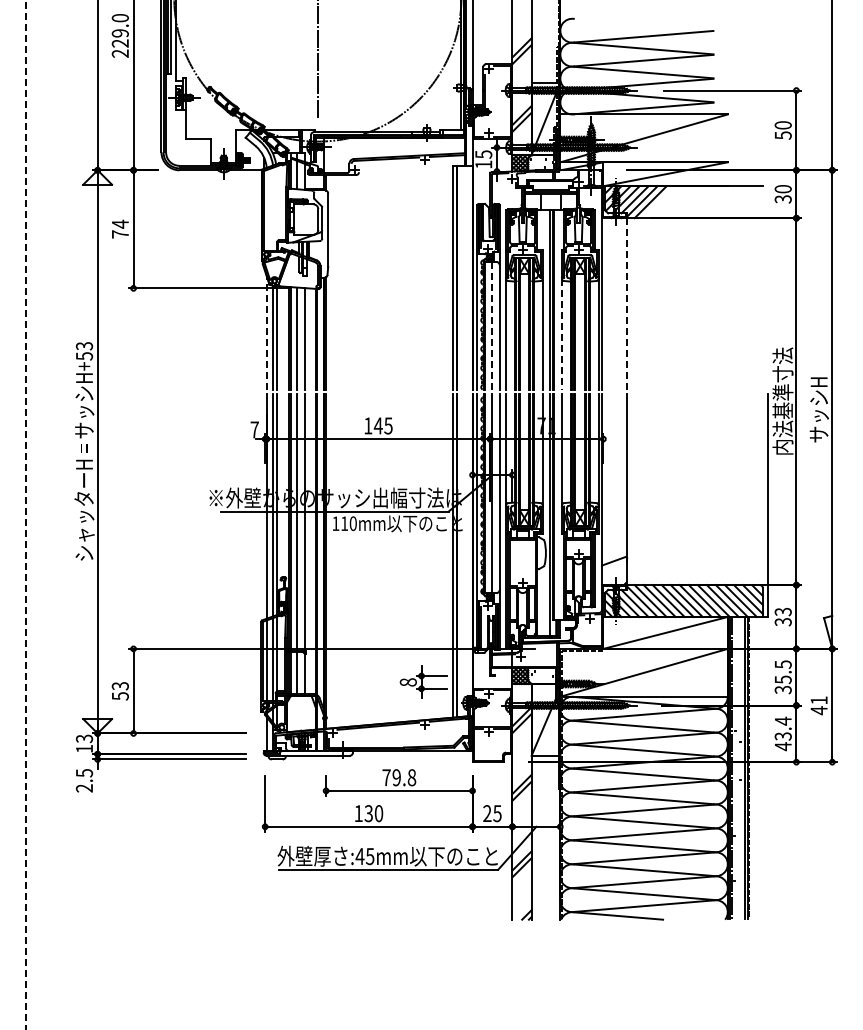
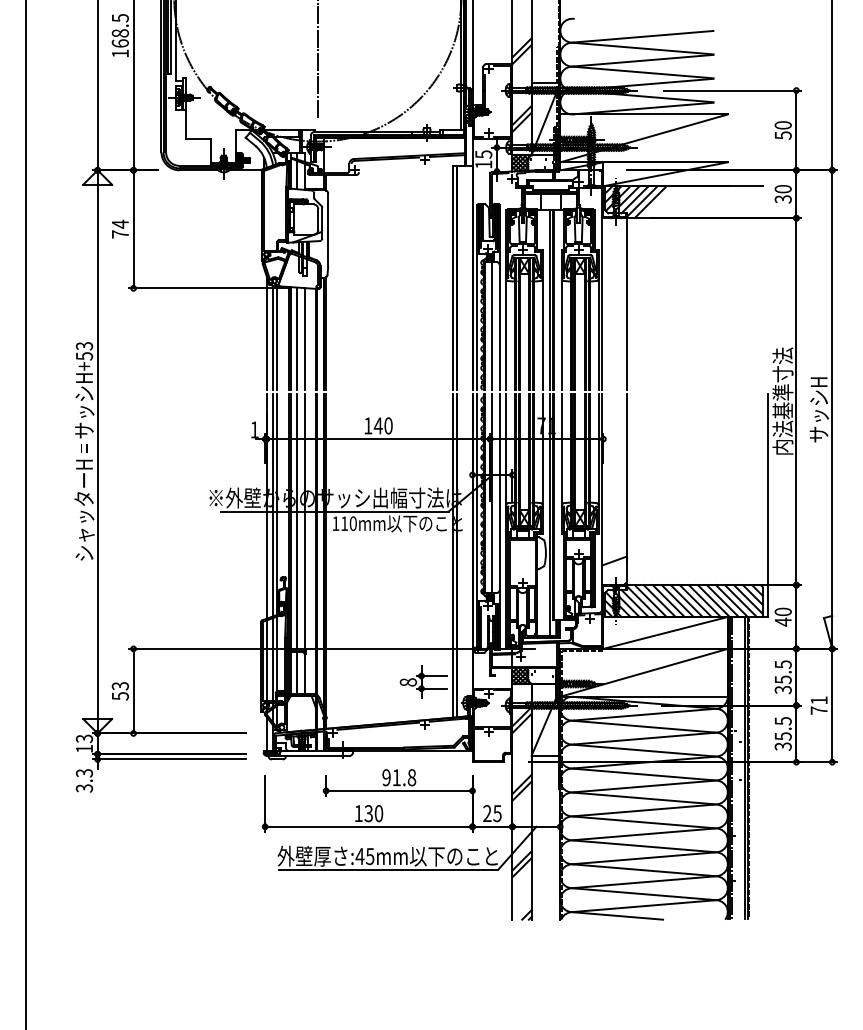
text at (119, 35): 229.0 -> 168.5
line at (627, 303): dashed -> solid
line at (492, 325): dashed -> solid
line at (266, 333): dashed -> solid
line at (561, 334): dashed -> solid
text at (388, 425): 145 -> 140
text at (254, 429): 7 -> 1
line at (25, 514): dashed -> solid
text at (782, 616): 33 -> 40
text at (818, 710): 41 -> 71
text at (782, 733): 43.4 -> 35.5
text at (391, 777): 79.8 -> 91.8
text at (84, 780): 2.5 -> 3.3
